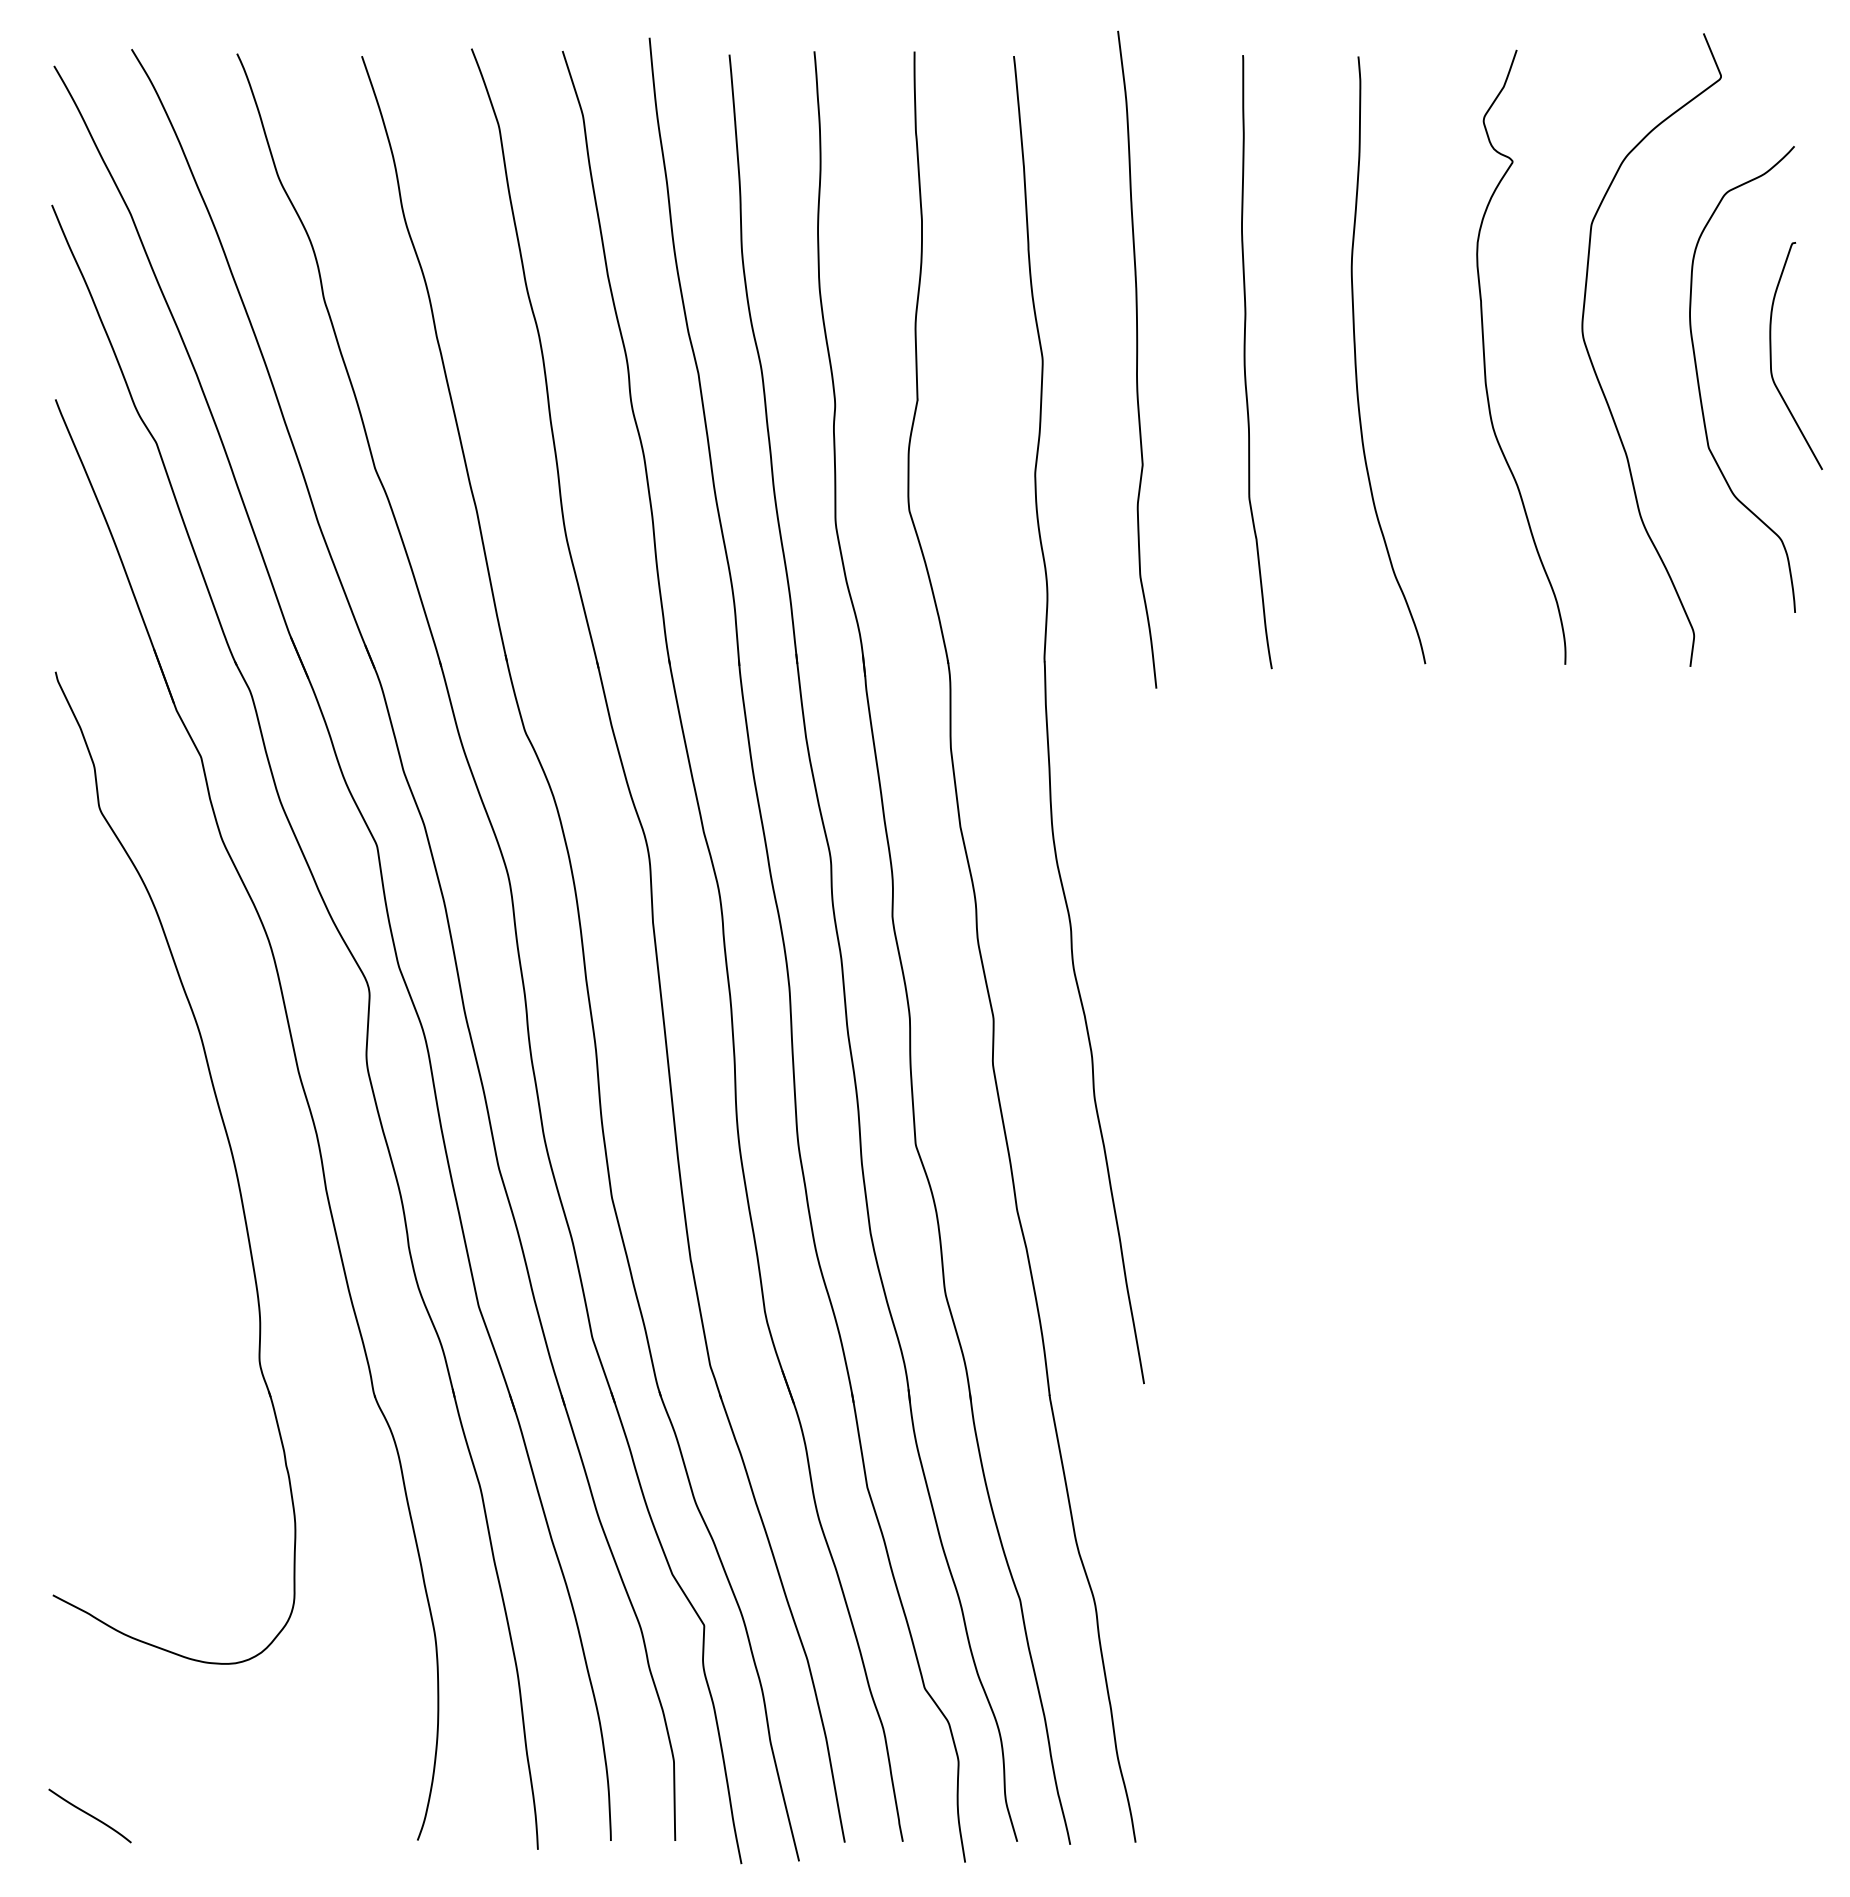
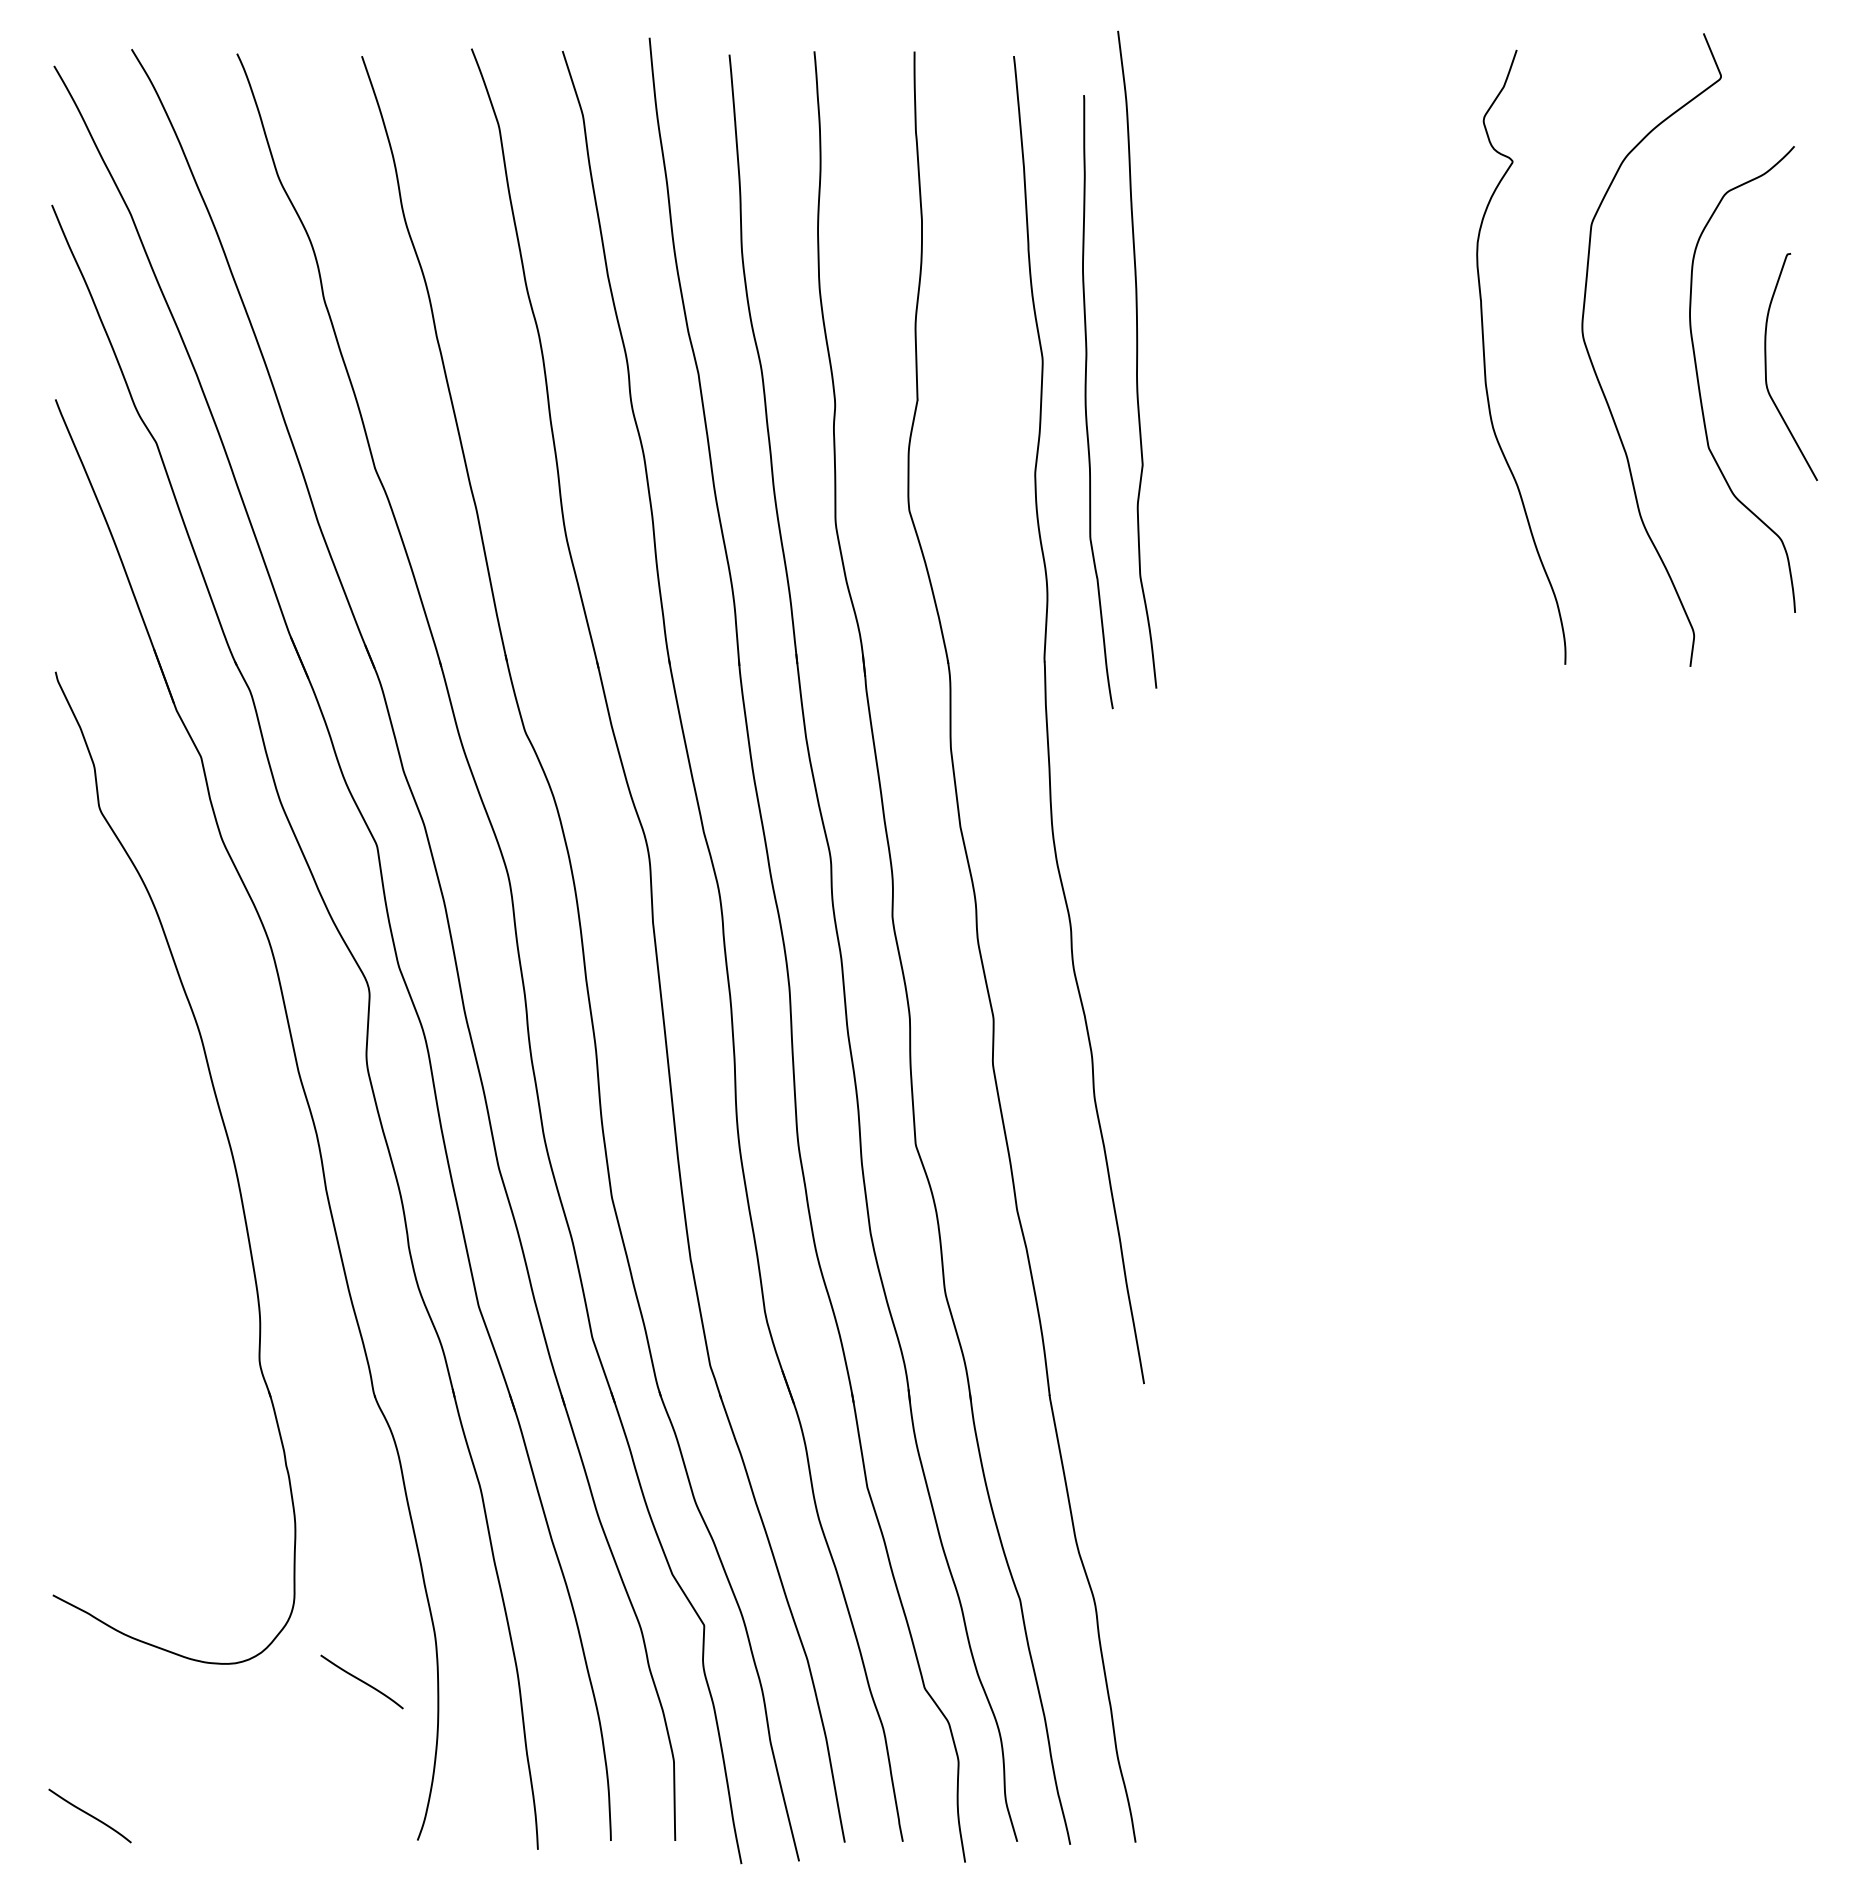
curve at (1771, 356) position: (1771, 356) -> (1766, 367)
curve at (1356, 360): present -> none
curve at (1245, 362) position: (1245, 362) -> (1086, 402)
curve at (361, 1681): none -> present
